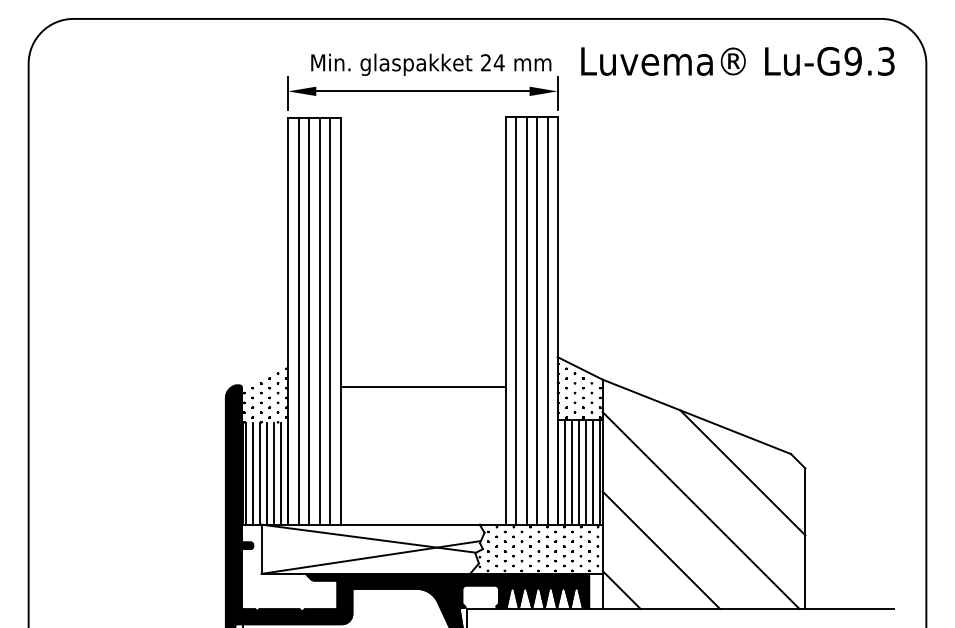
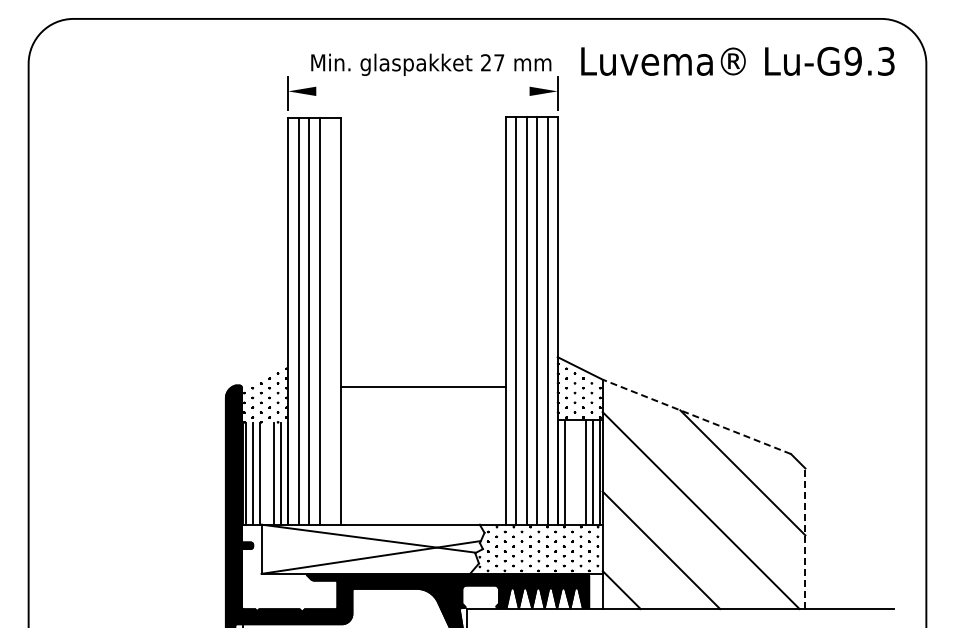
text at (498, 62): 24 -> 27
line at (422, 91): present -> none
line at (330, 320): present -> none
line at (696, 416): solid -> dashed
line at (571, 472): present -> none
line at (578, 472): present -> none
line at (266, 473): present -> none
line at (805, 538): solid -> dashed
